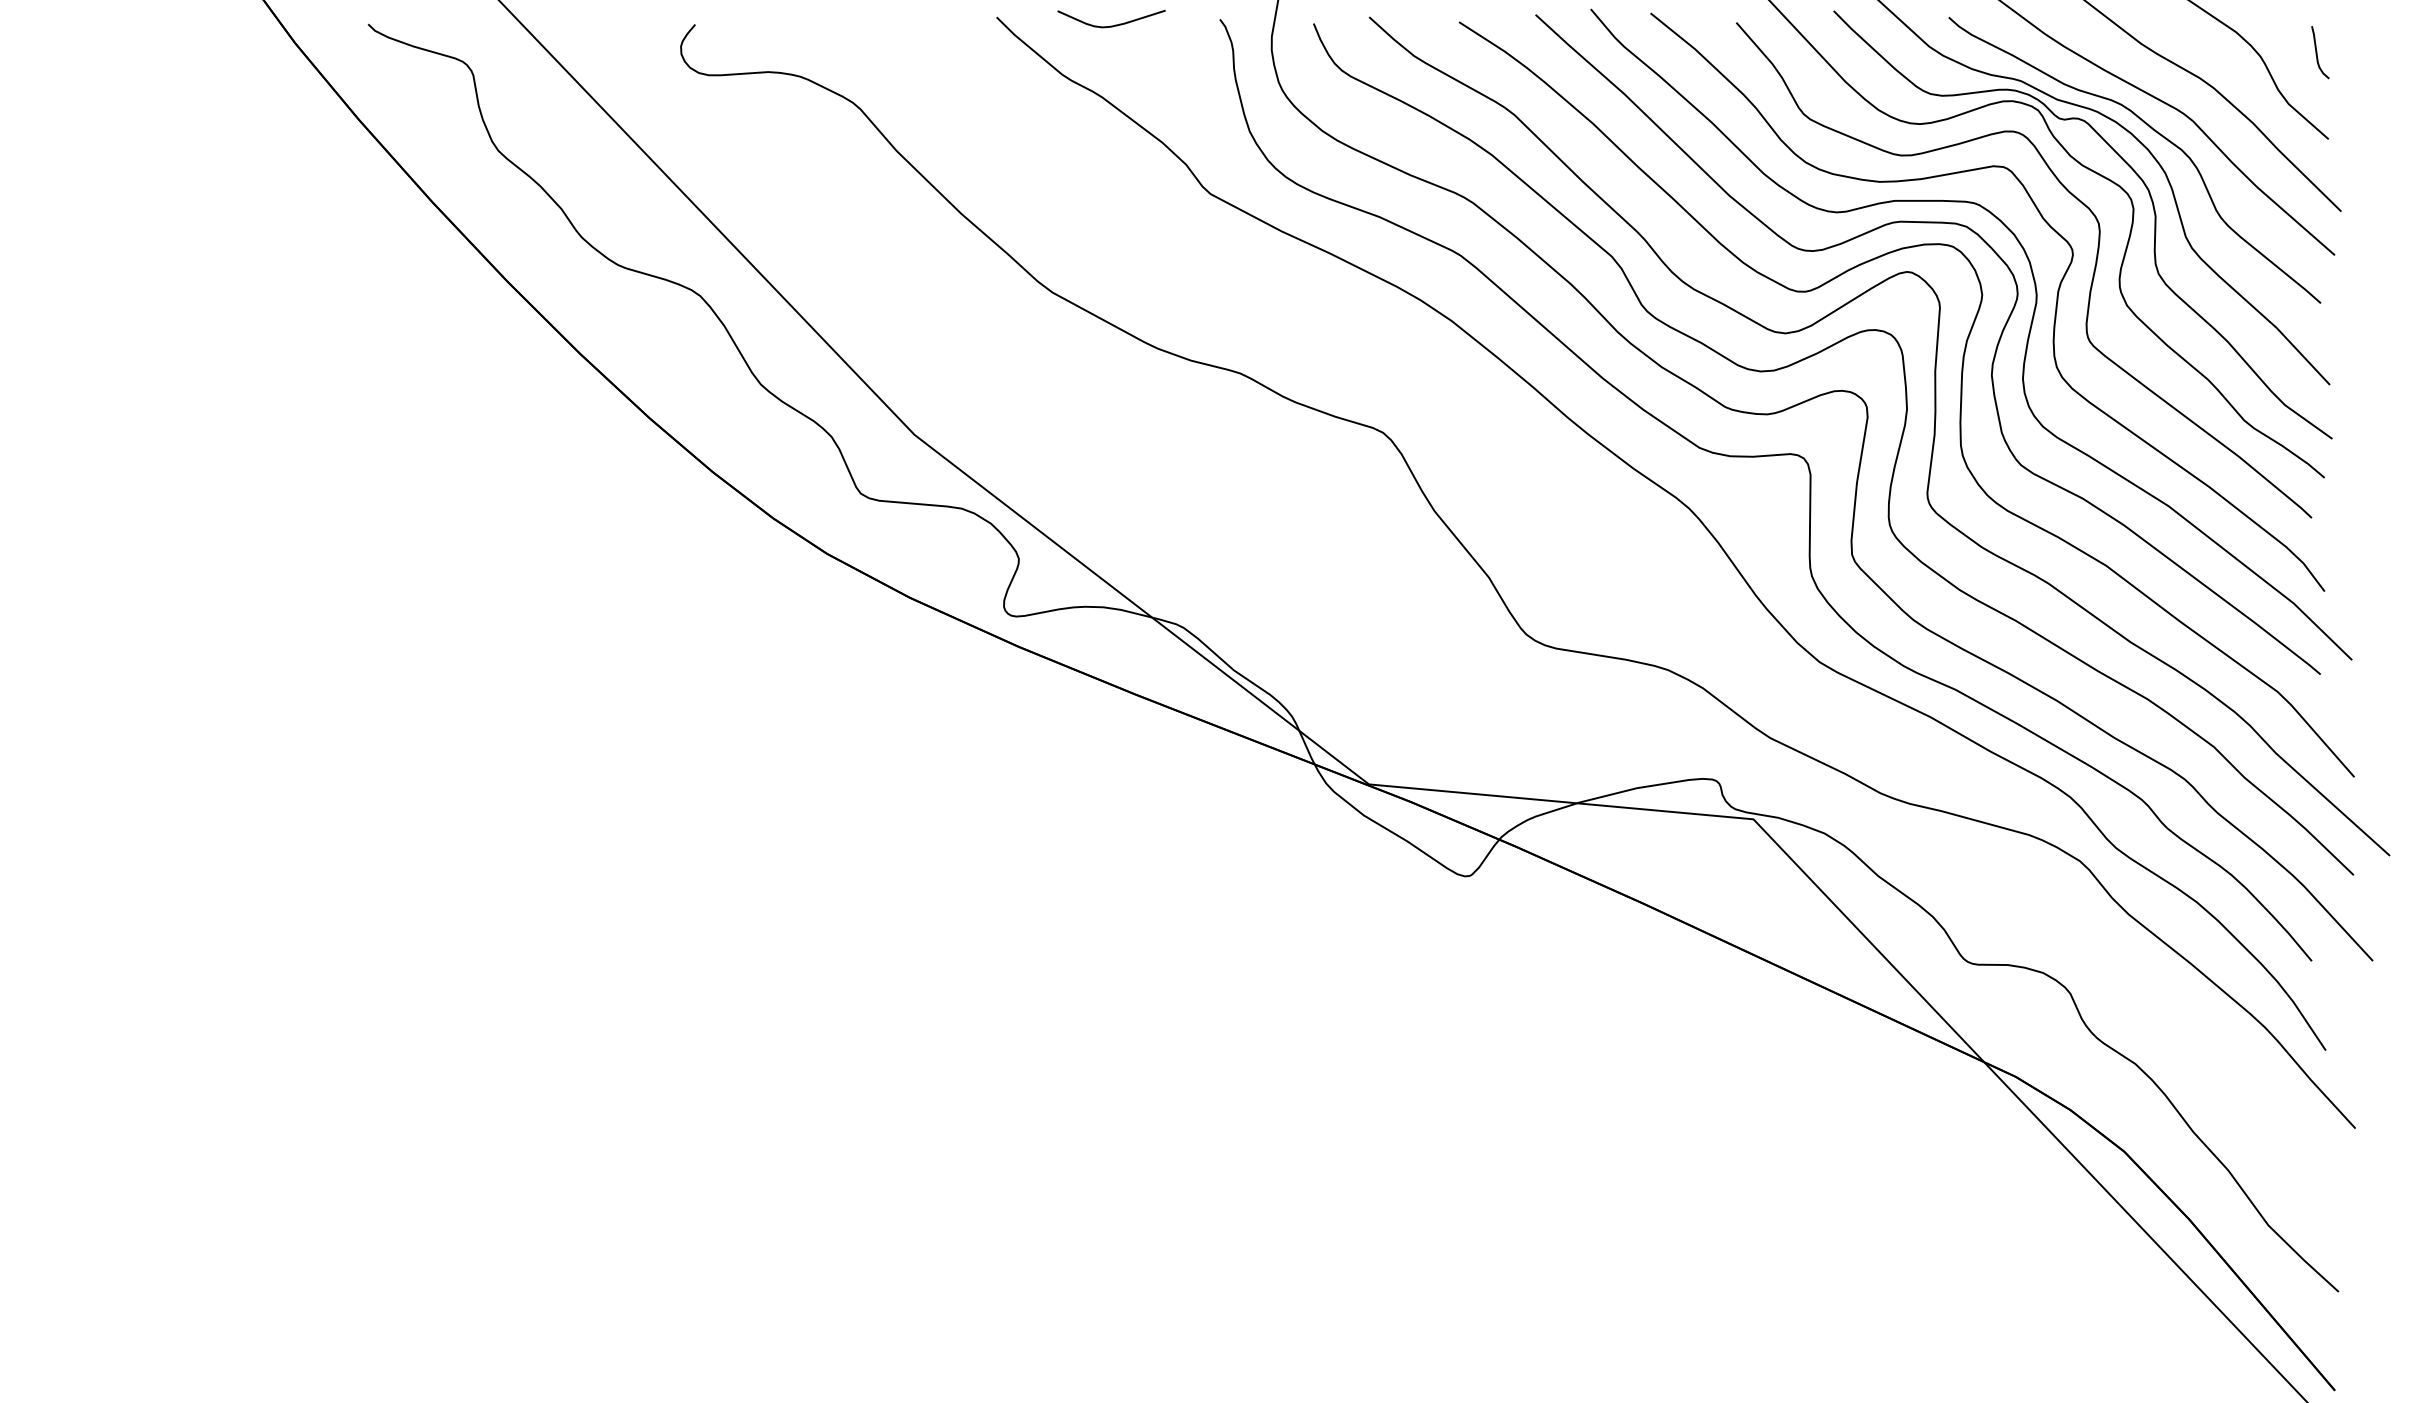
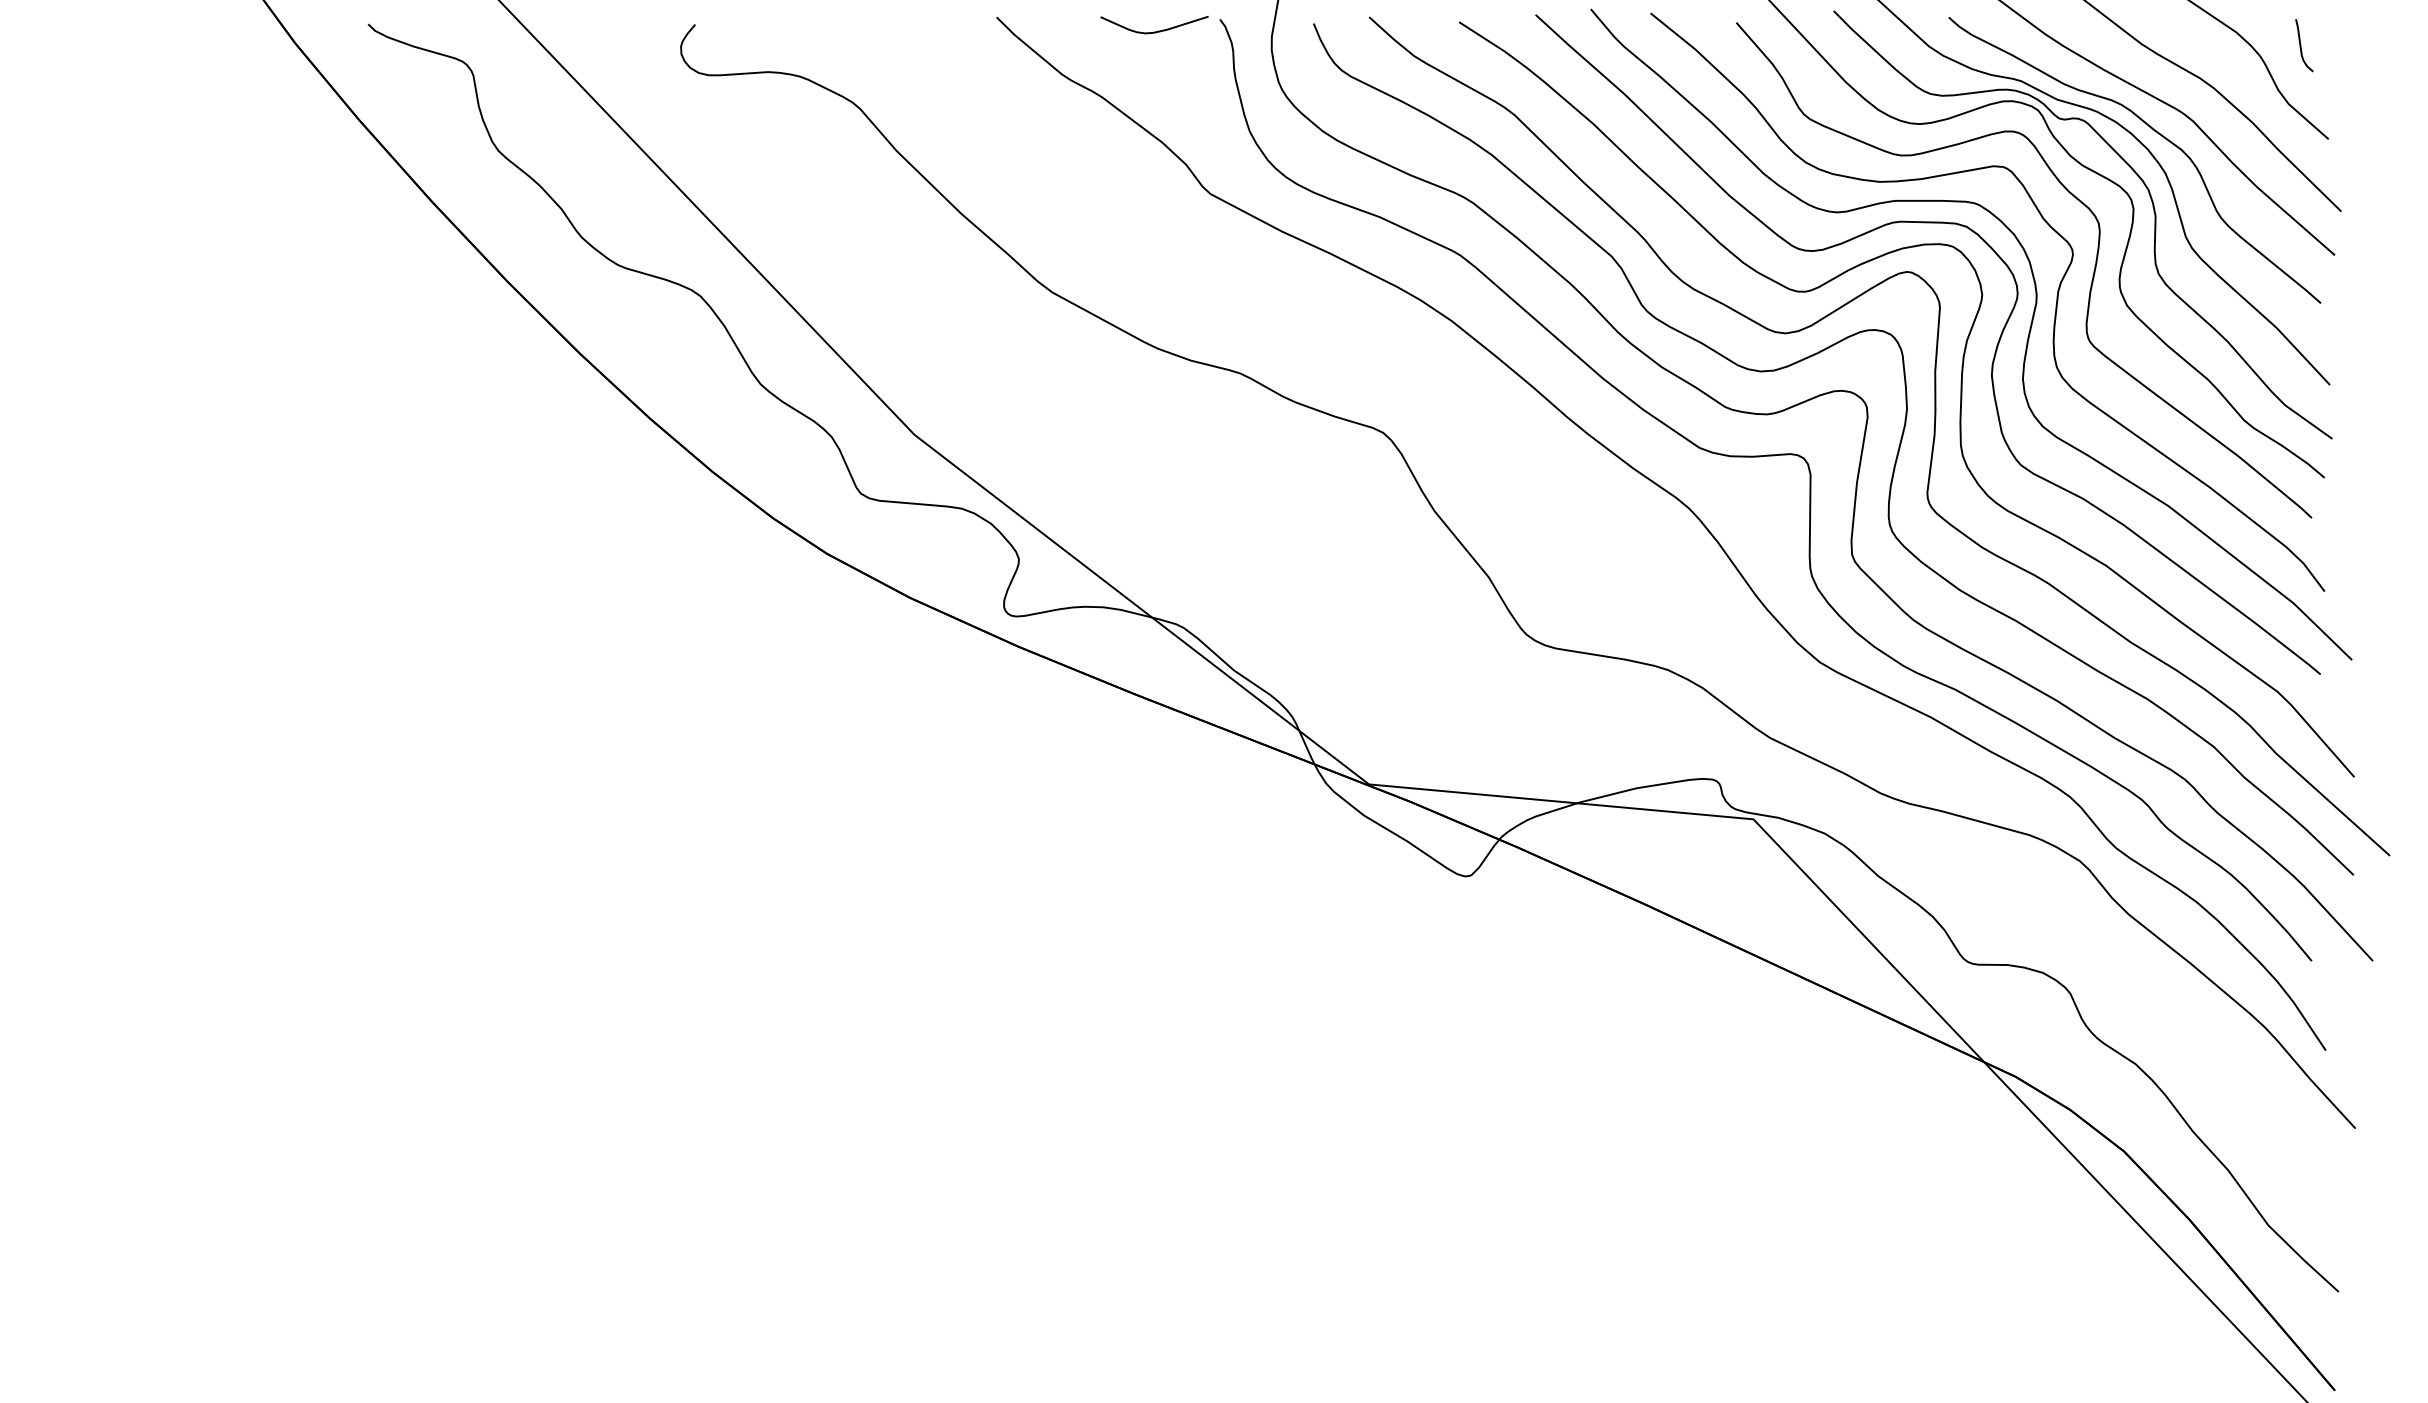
curve at (1111, 25) position: (1111, 25) -> (1154, 31)
curve at (2317, 52) position: (2317, 52) -> (2301, 45)
